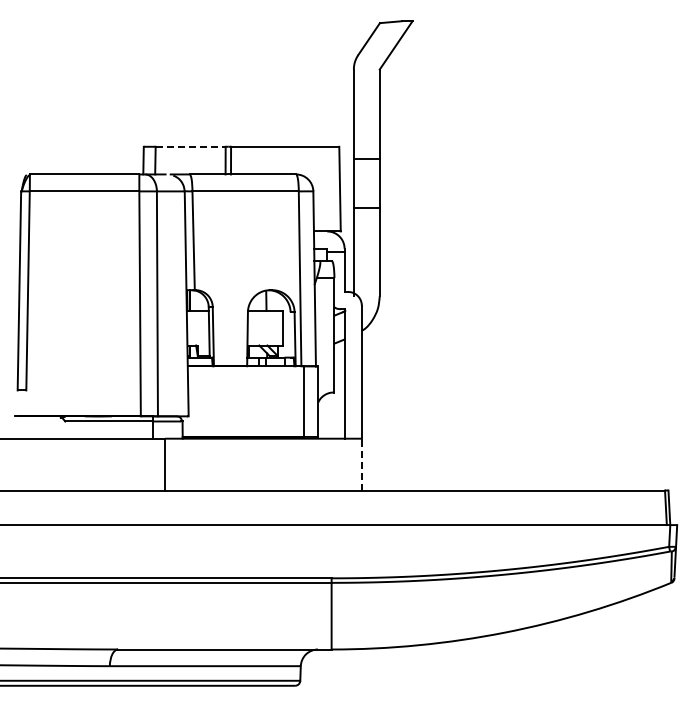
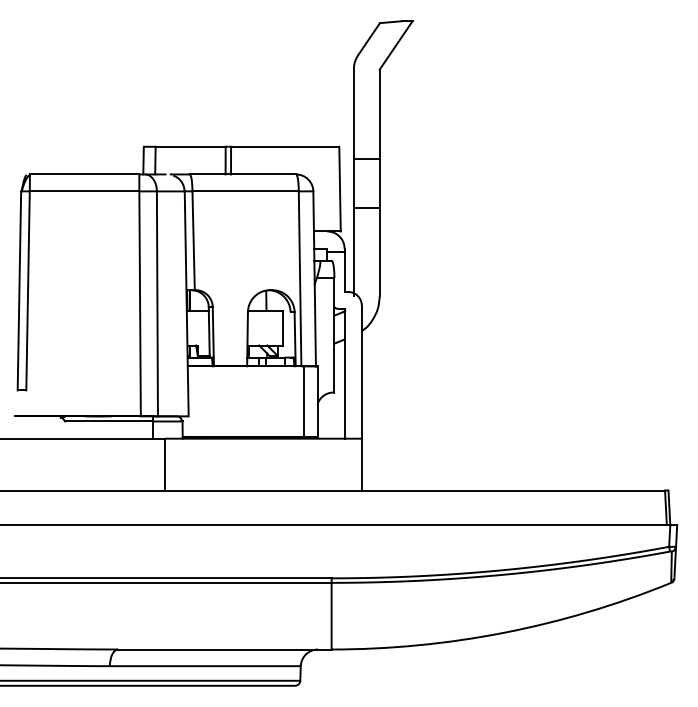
line at (190, 146): dashed -> solid
line at (361, 464): dashed -> solid
